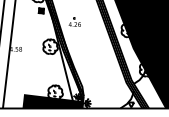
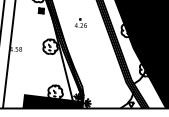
part at (74, 21) position: (74, 21) -> (80, 22)
